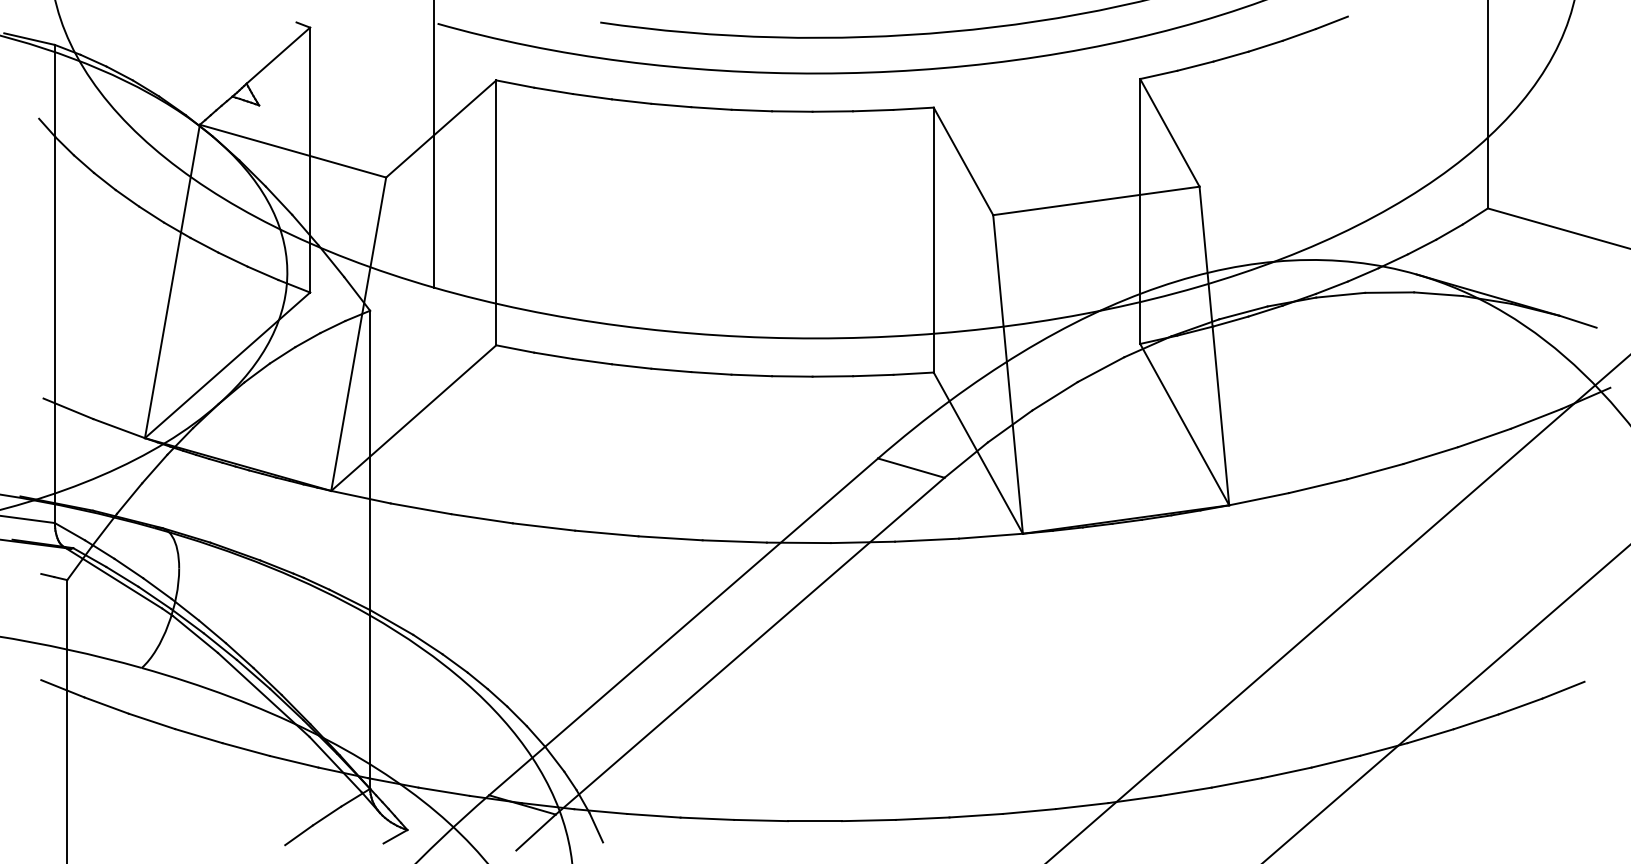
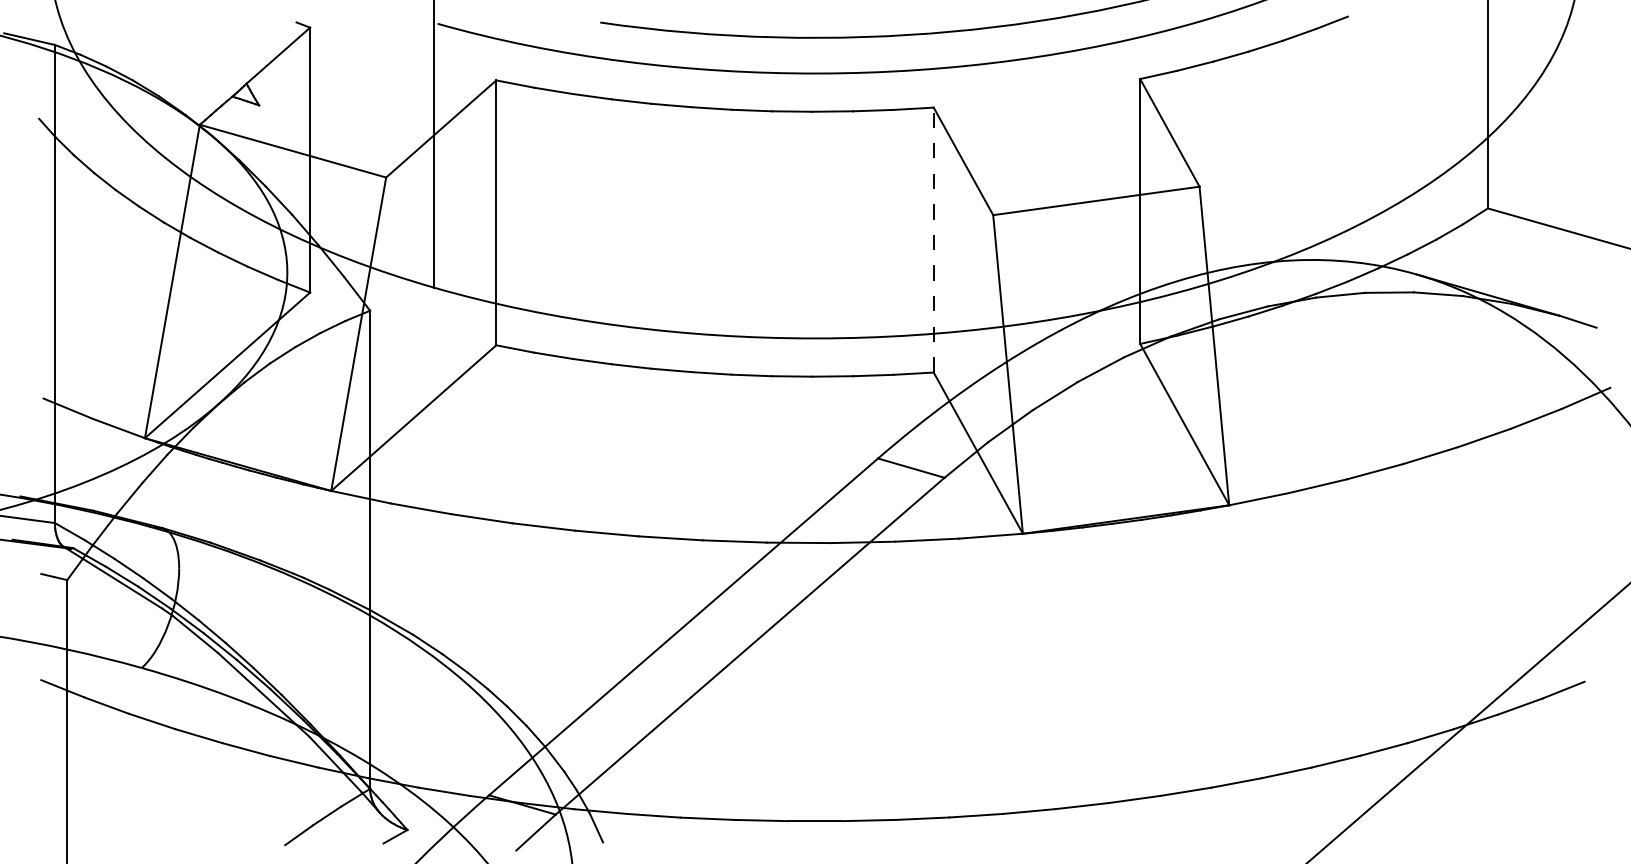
line at (933, 239): solid -> dashed
line at (1338, 608): present -> none
line at (1446, 703) position: (1446, 703) -> (1468, 722)
